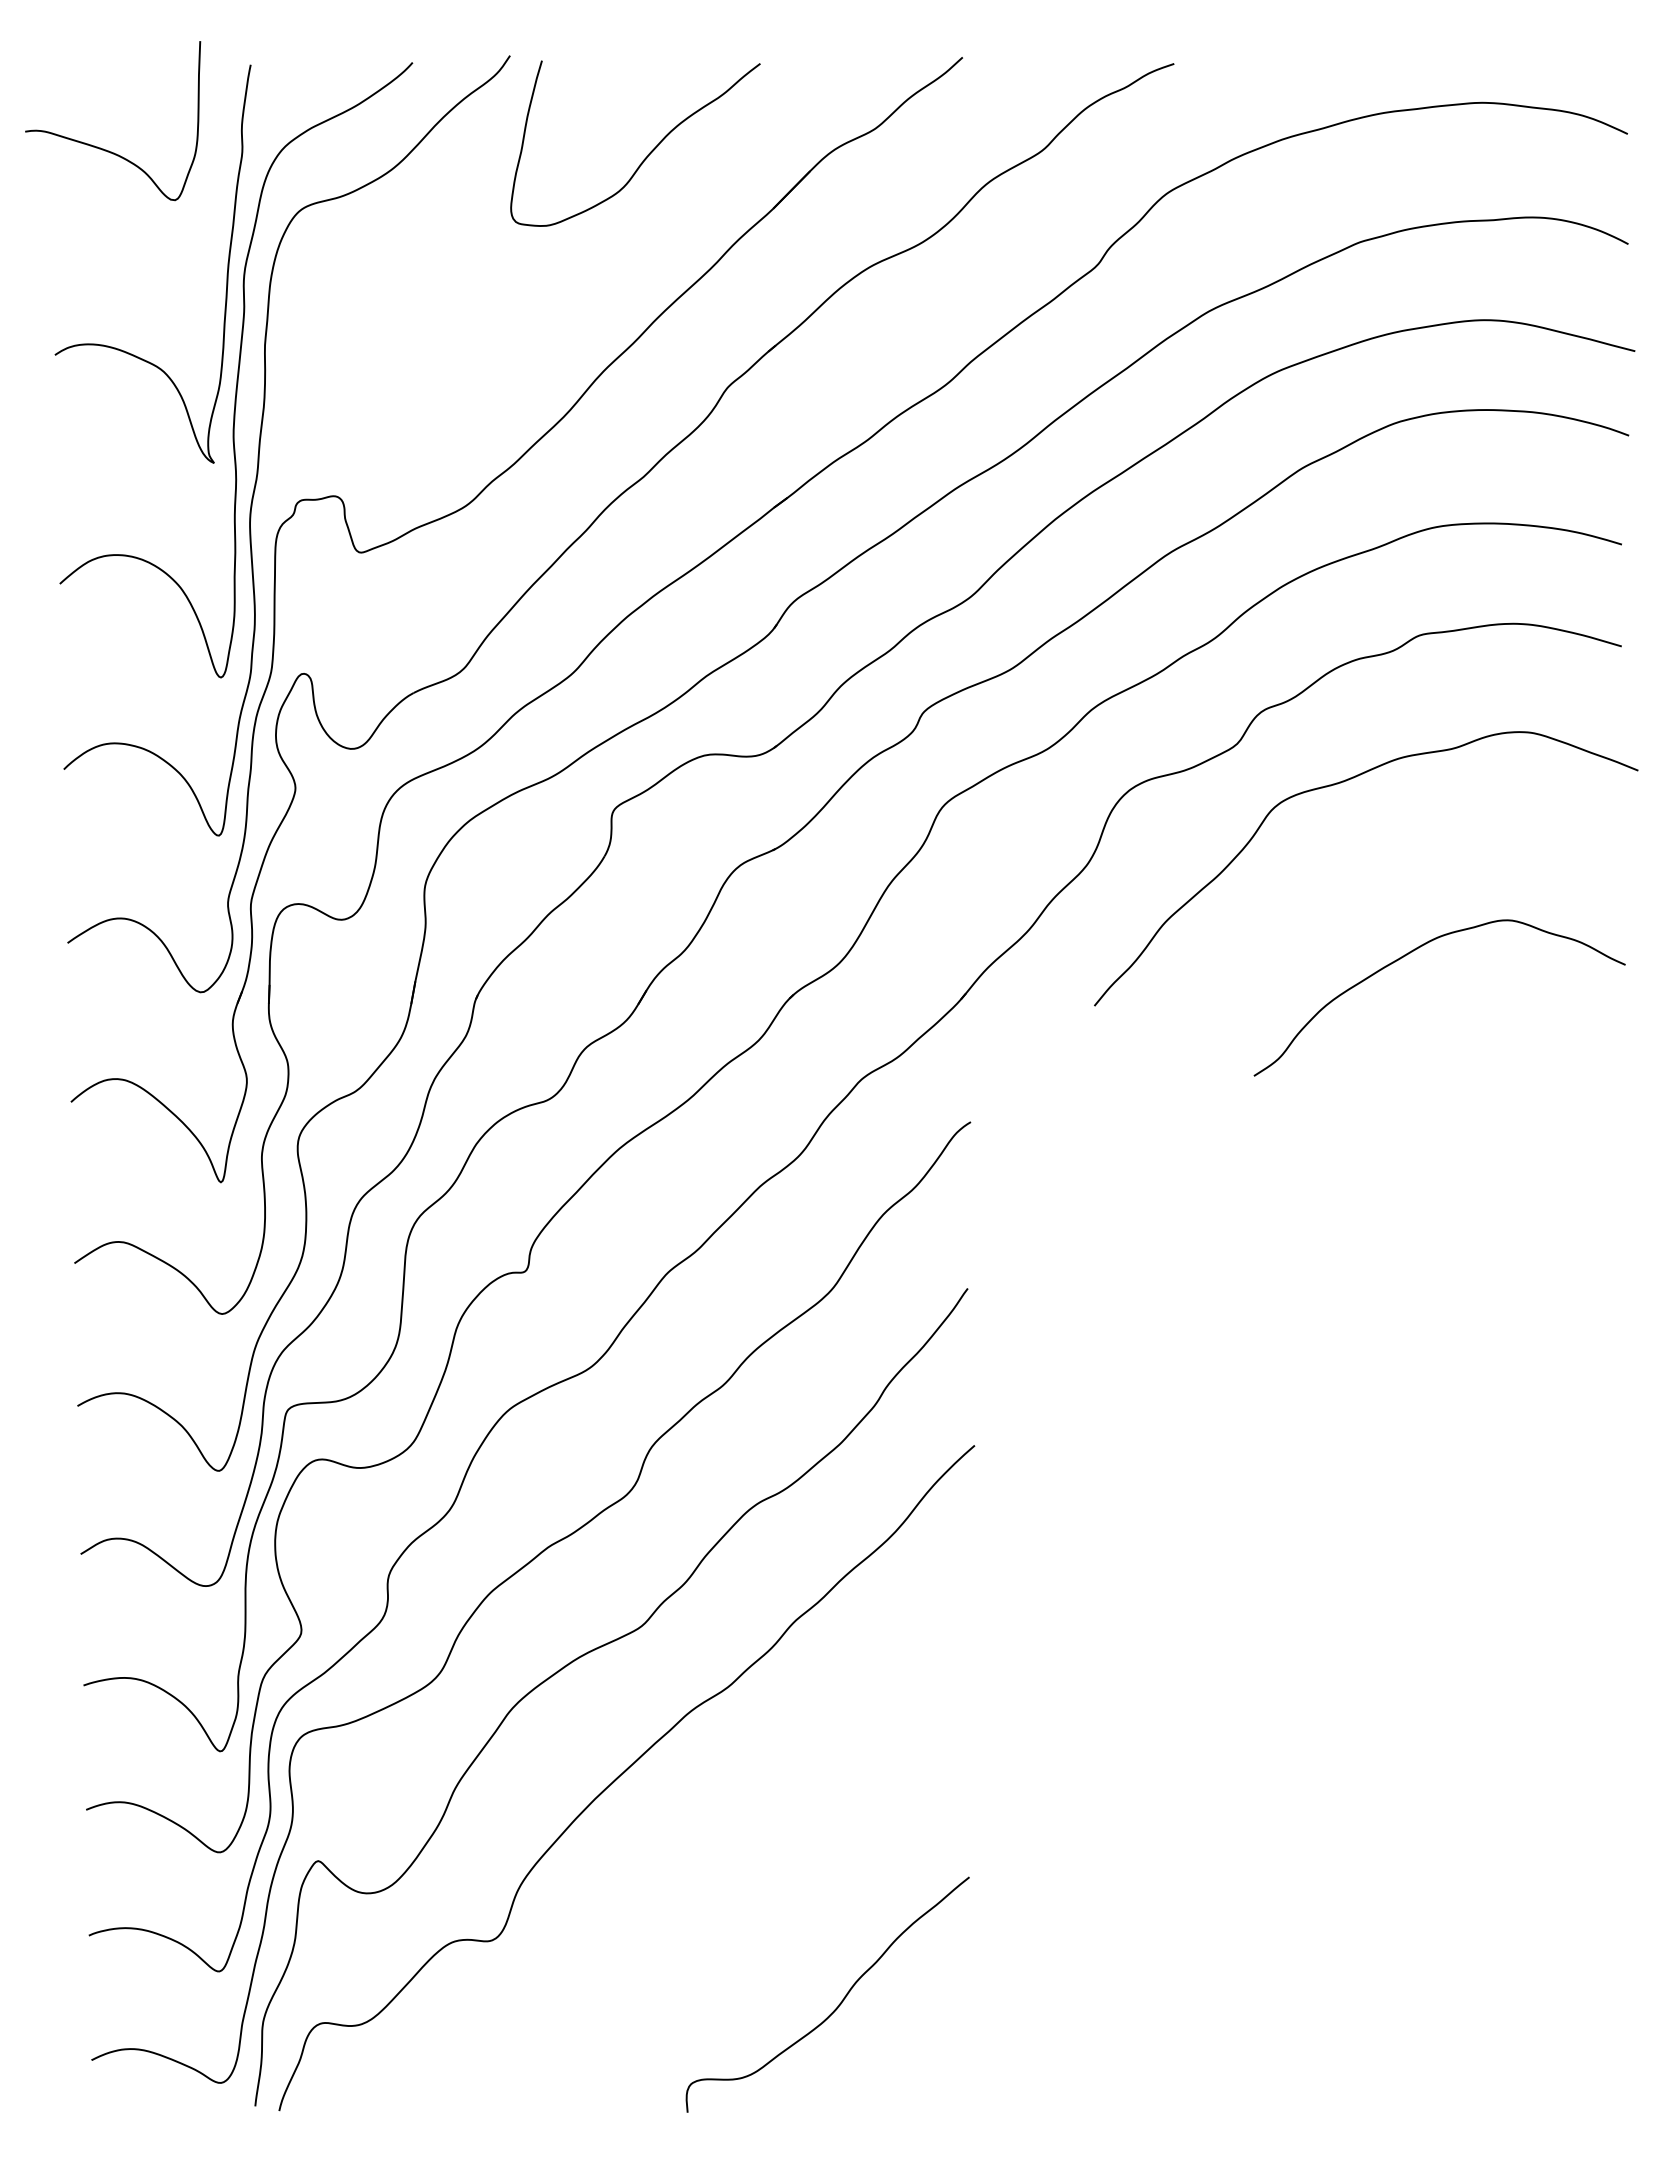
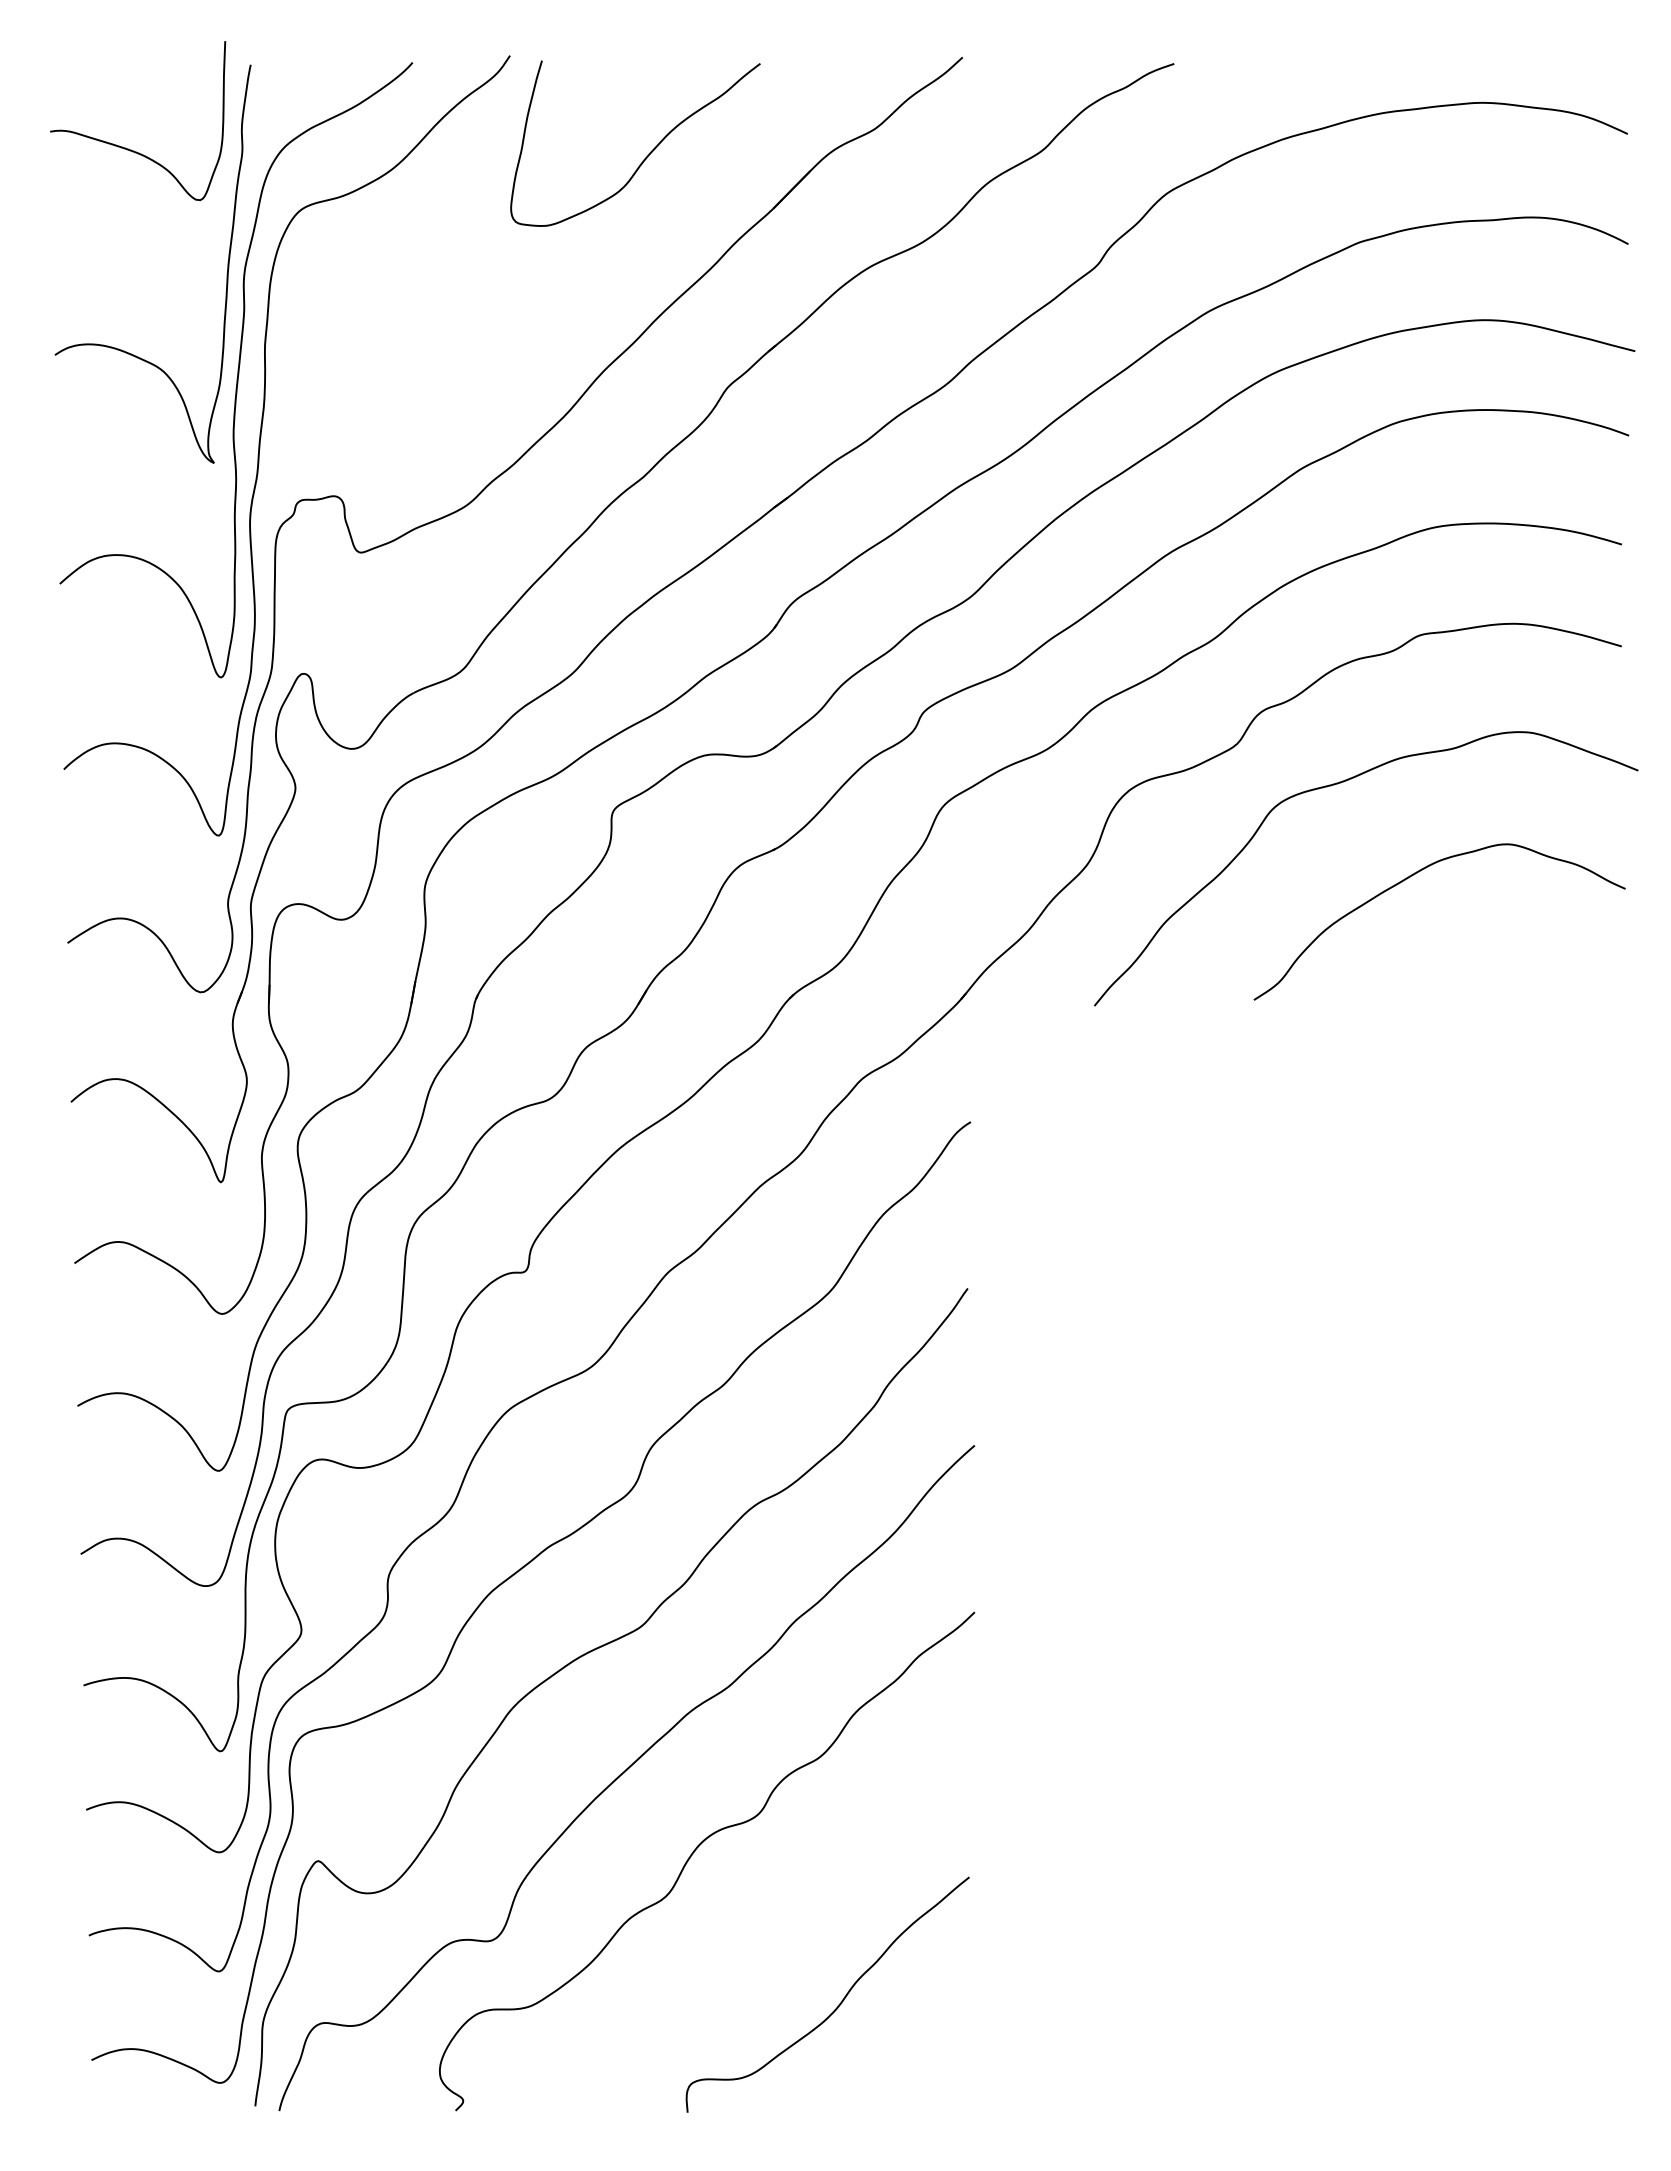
curve at (103, 148) position: (103, 148) -> (128, 148)
curve at (1412, 952) position: (1412, 952) -> (1412, 876)
curve at (696, 1850): none -> present
